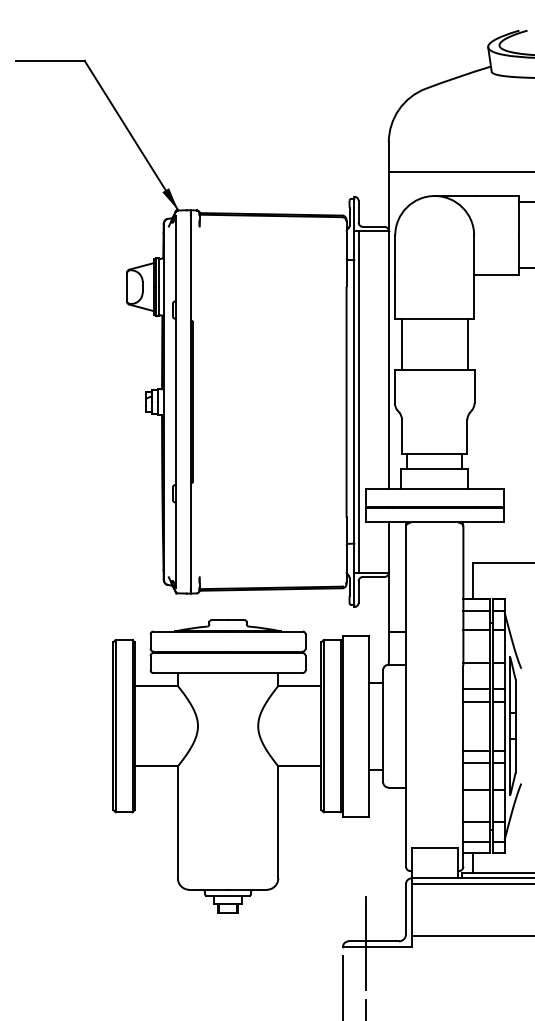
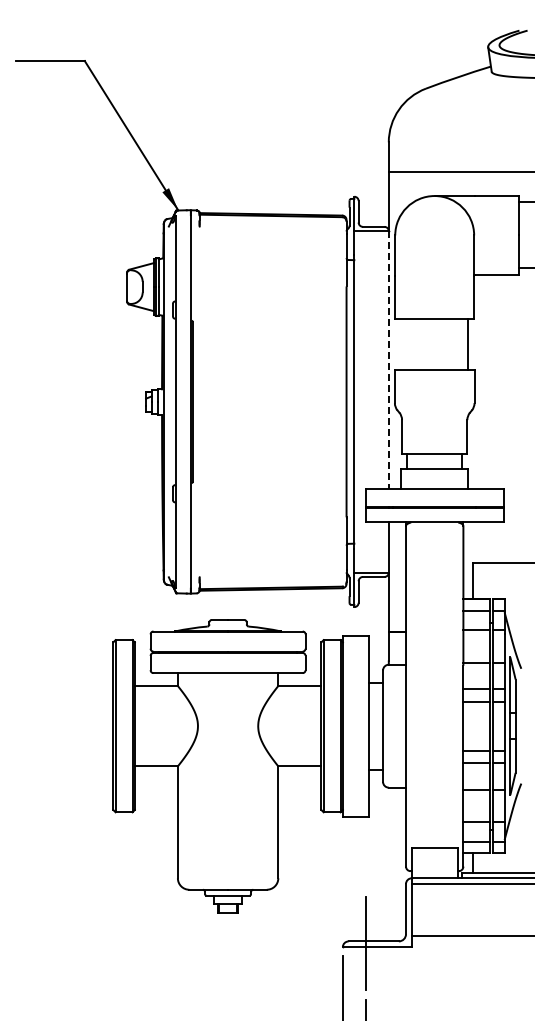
line at (401, 344): present -> none
line at (388, 360): solid -> dashed
line at (358, 401): present -> none
